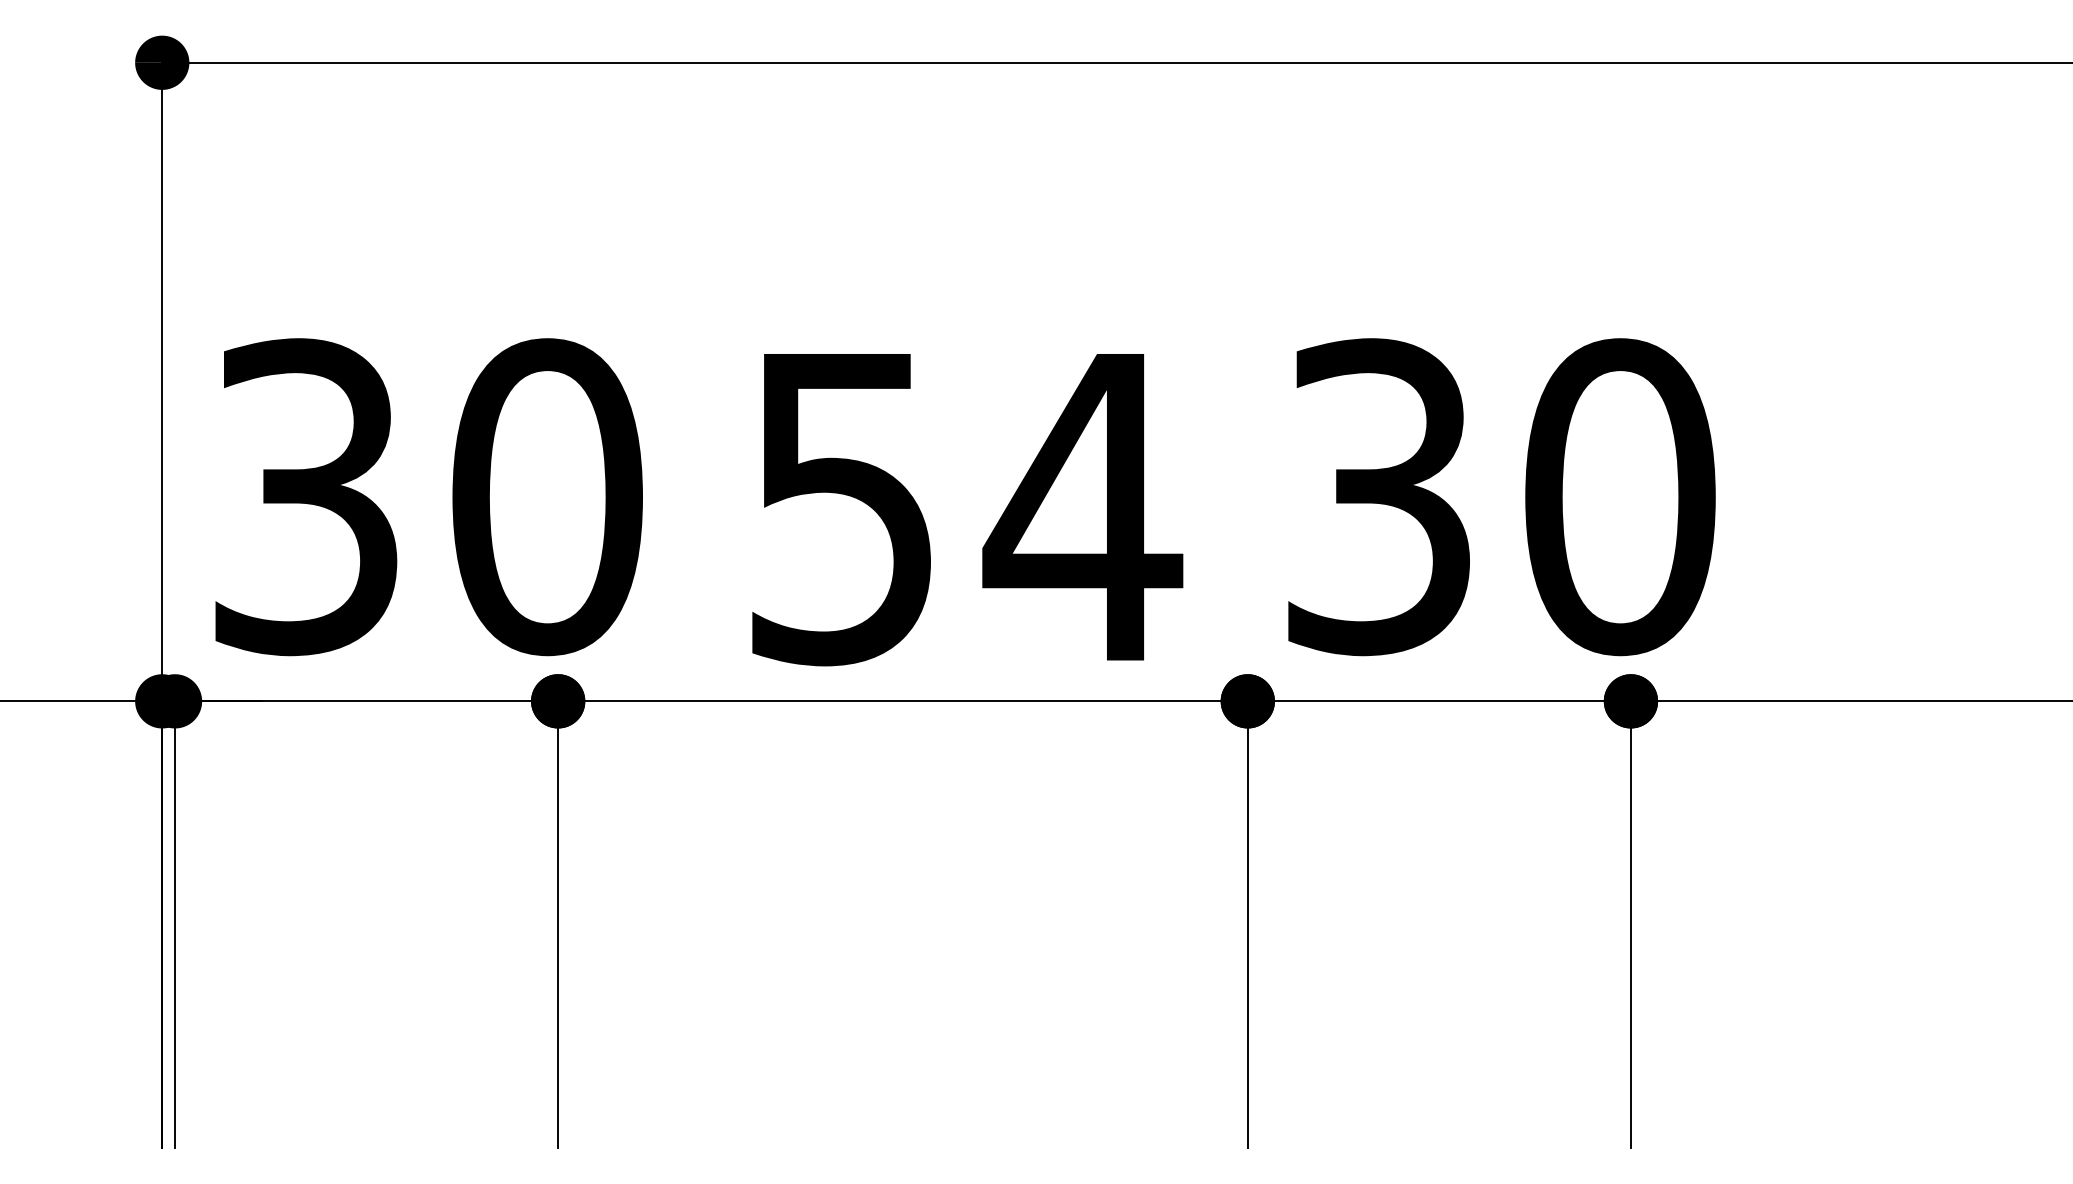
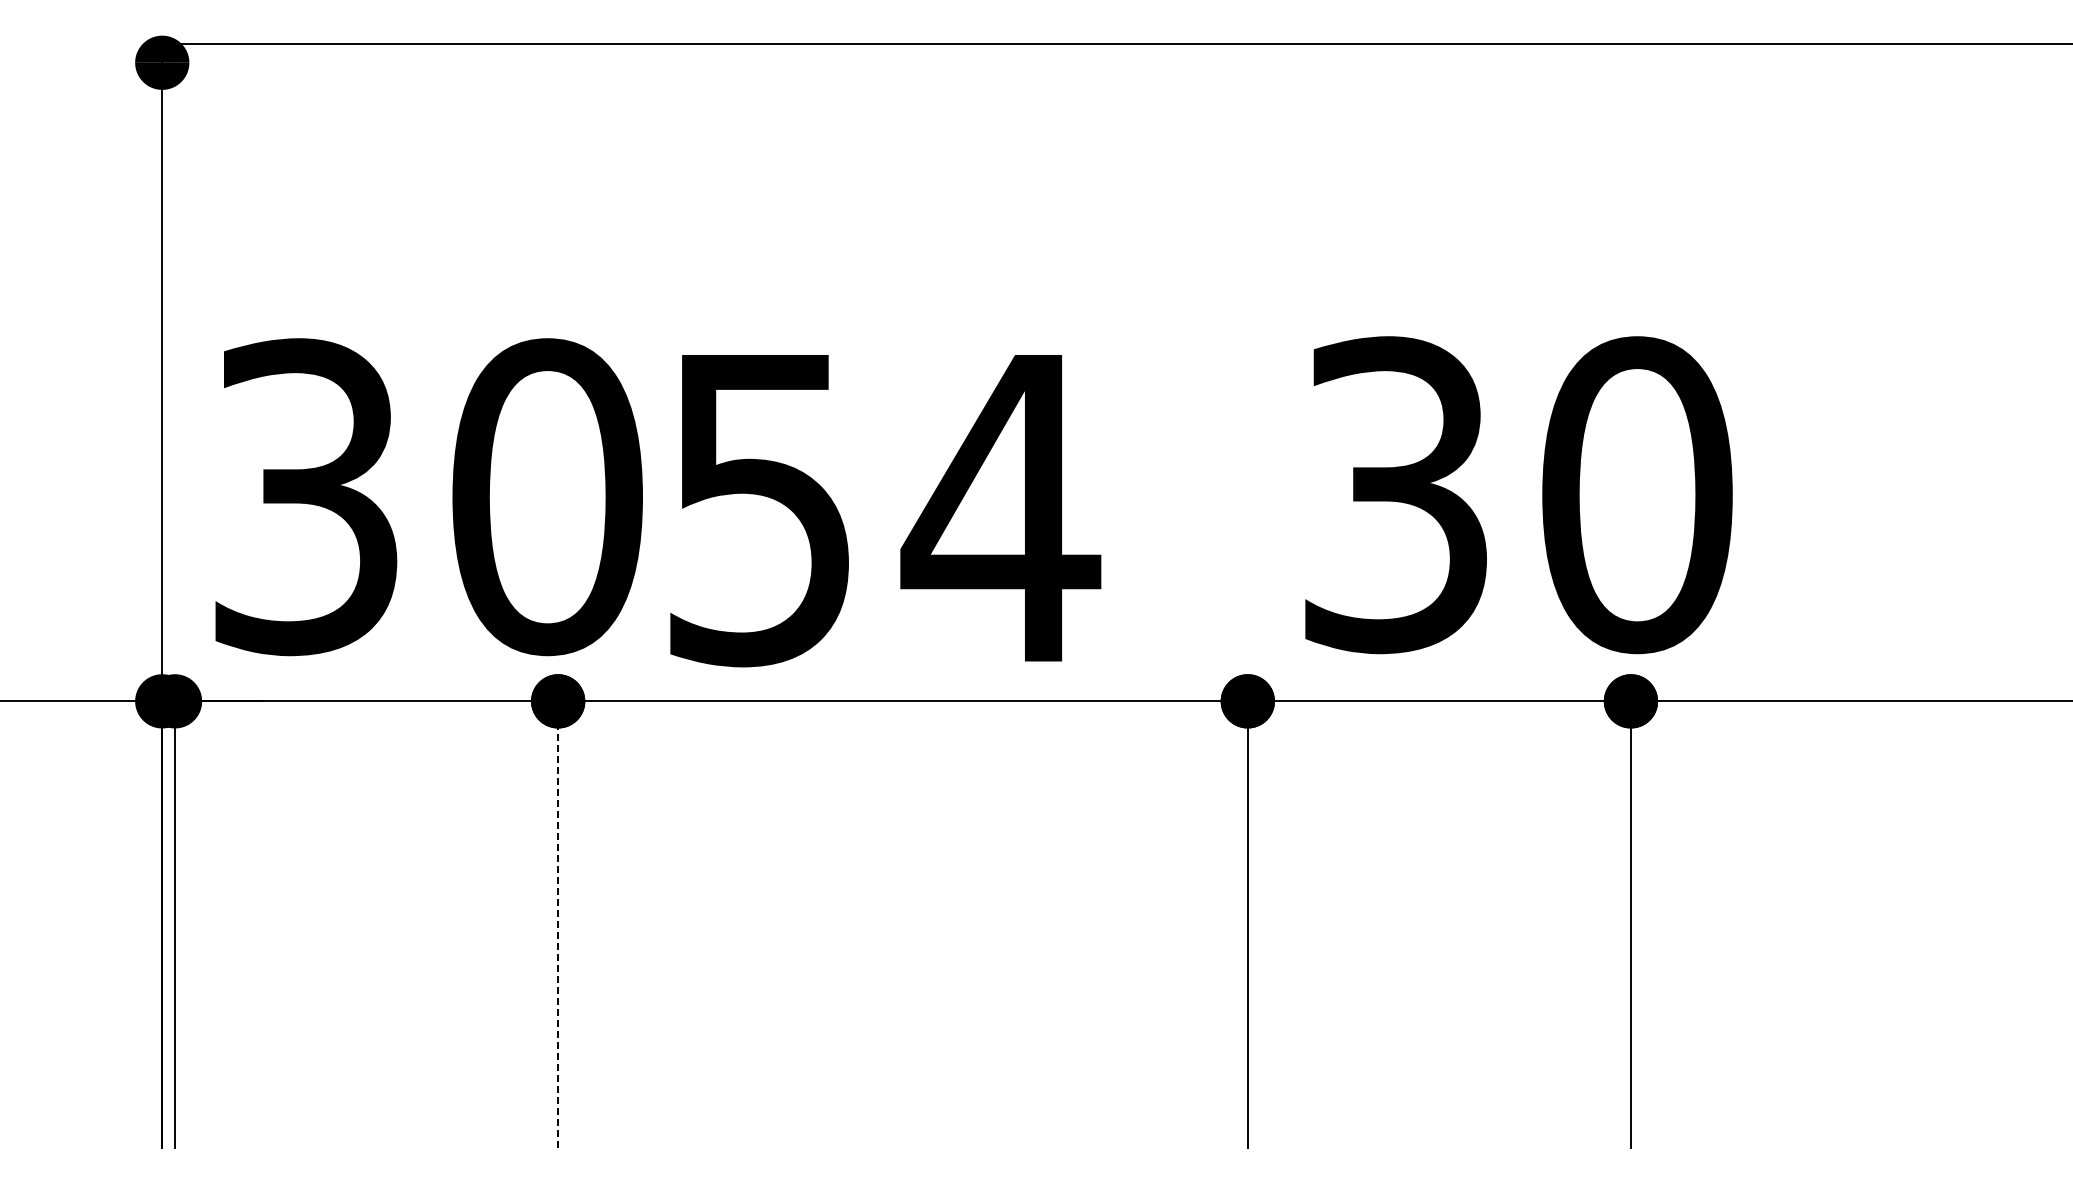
line at (1115, 62) position: (1115, 62) -> (1115, 43)
text at (1501, 497) position: (1501, 497) -> (1518, 495)
text at (967, 510) position: (967, 510) -> (885, 511)
line at (558, 918): solid -> dashed
